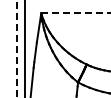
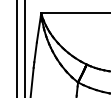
line at (76, 13): dashed -> solid
line at (17, 49): dashed -> solid
